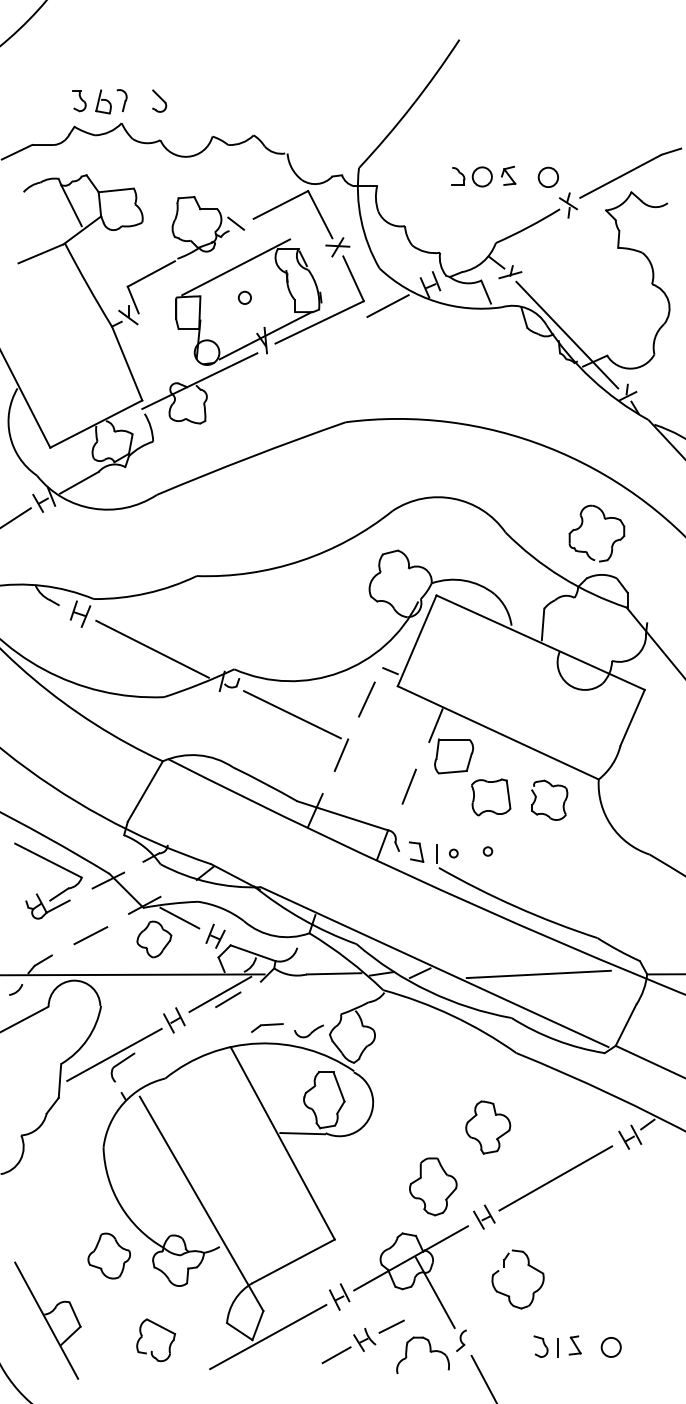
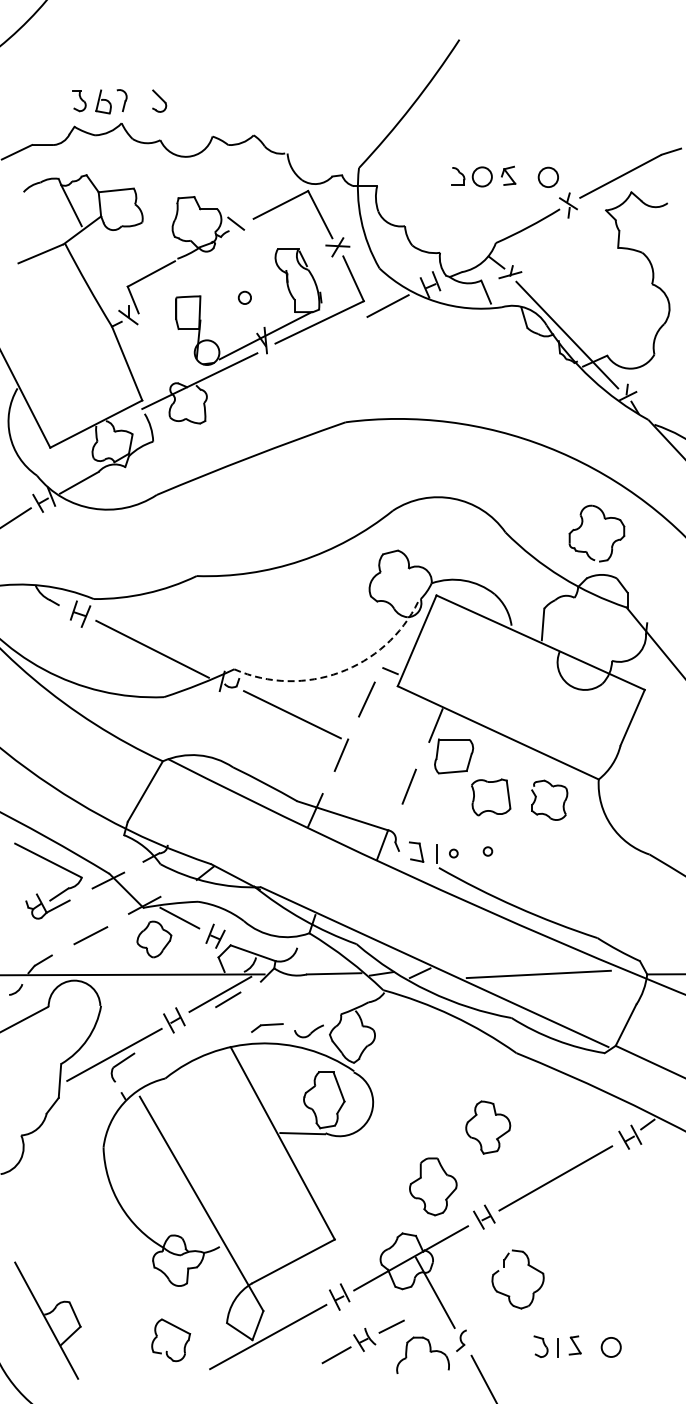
line at (236, 267): present -> none
arc at (340, 672): solid -> dashed
part at (108, 1255): present -> none
part at (151, 1350) position: (151, 1350) -> (166, 1350)
